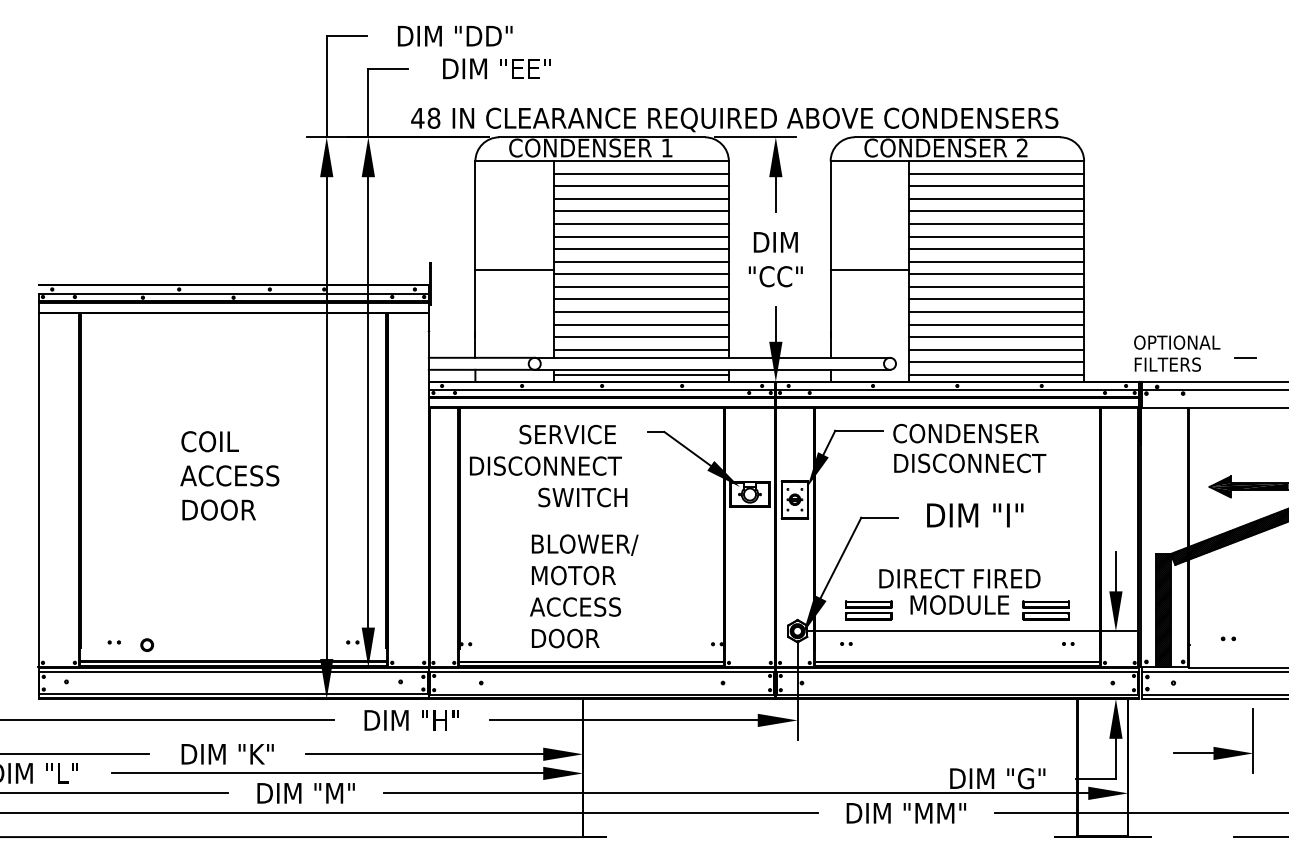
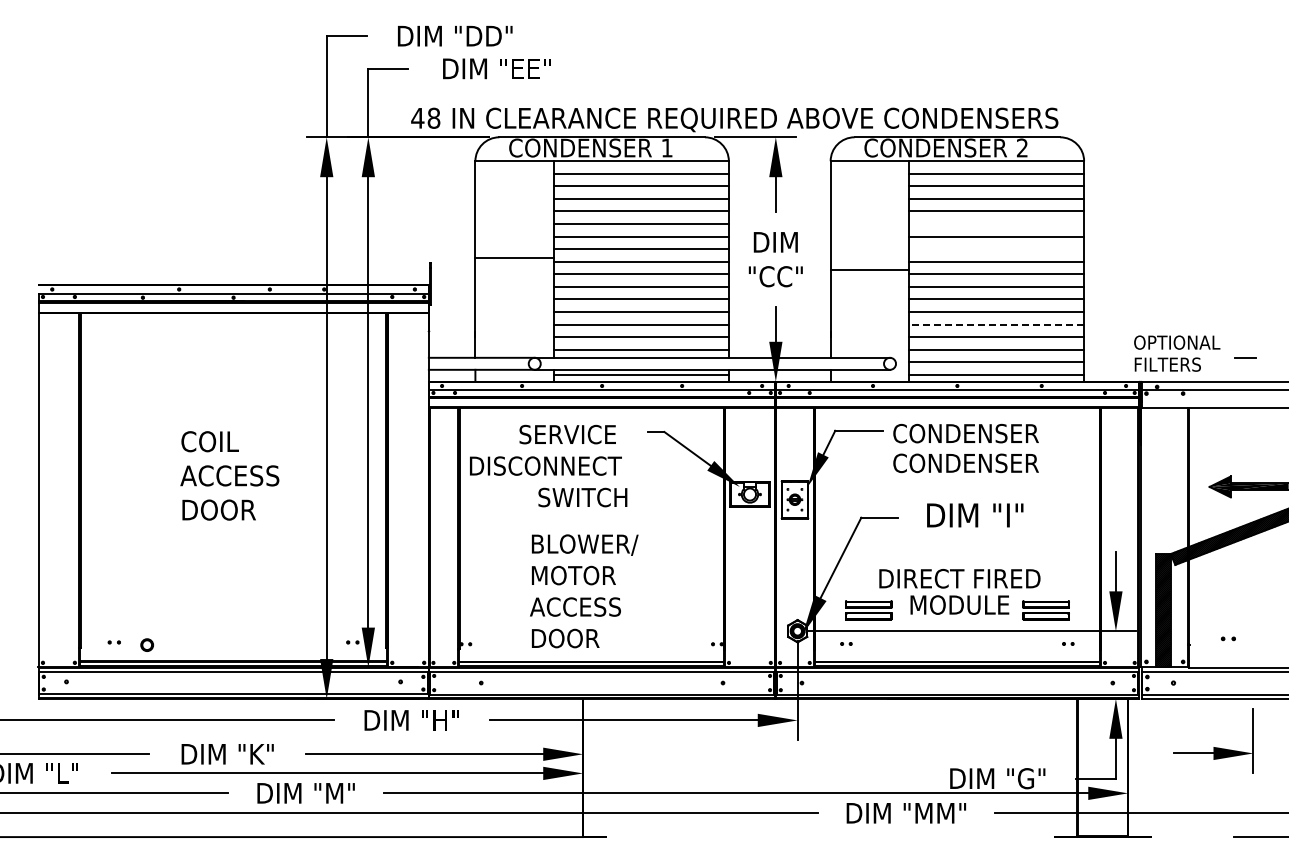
line at (996, 224): present -> none
line at (996, 249): present -> none
line at (514, 270) position: (514, 270) -> (514, 258)
line at (996, 324): solid -> dashed
text at (969, 463): DISCONNECT -> CONDENSER
